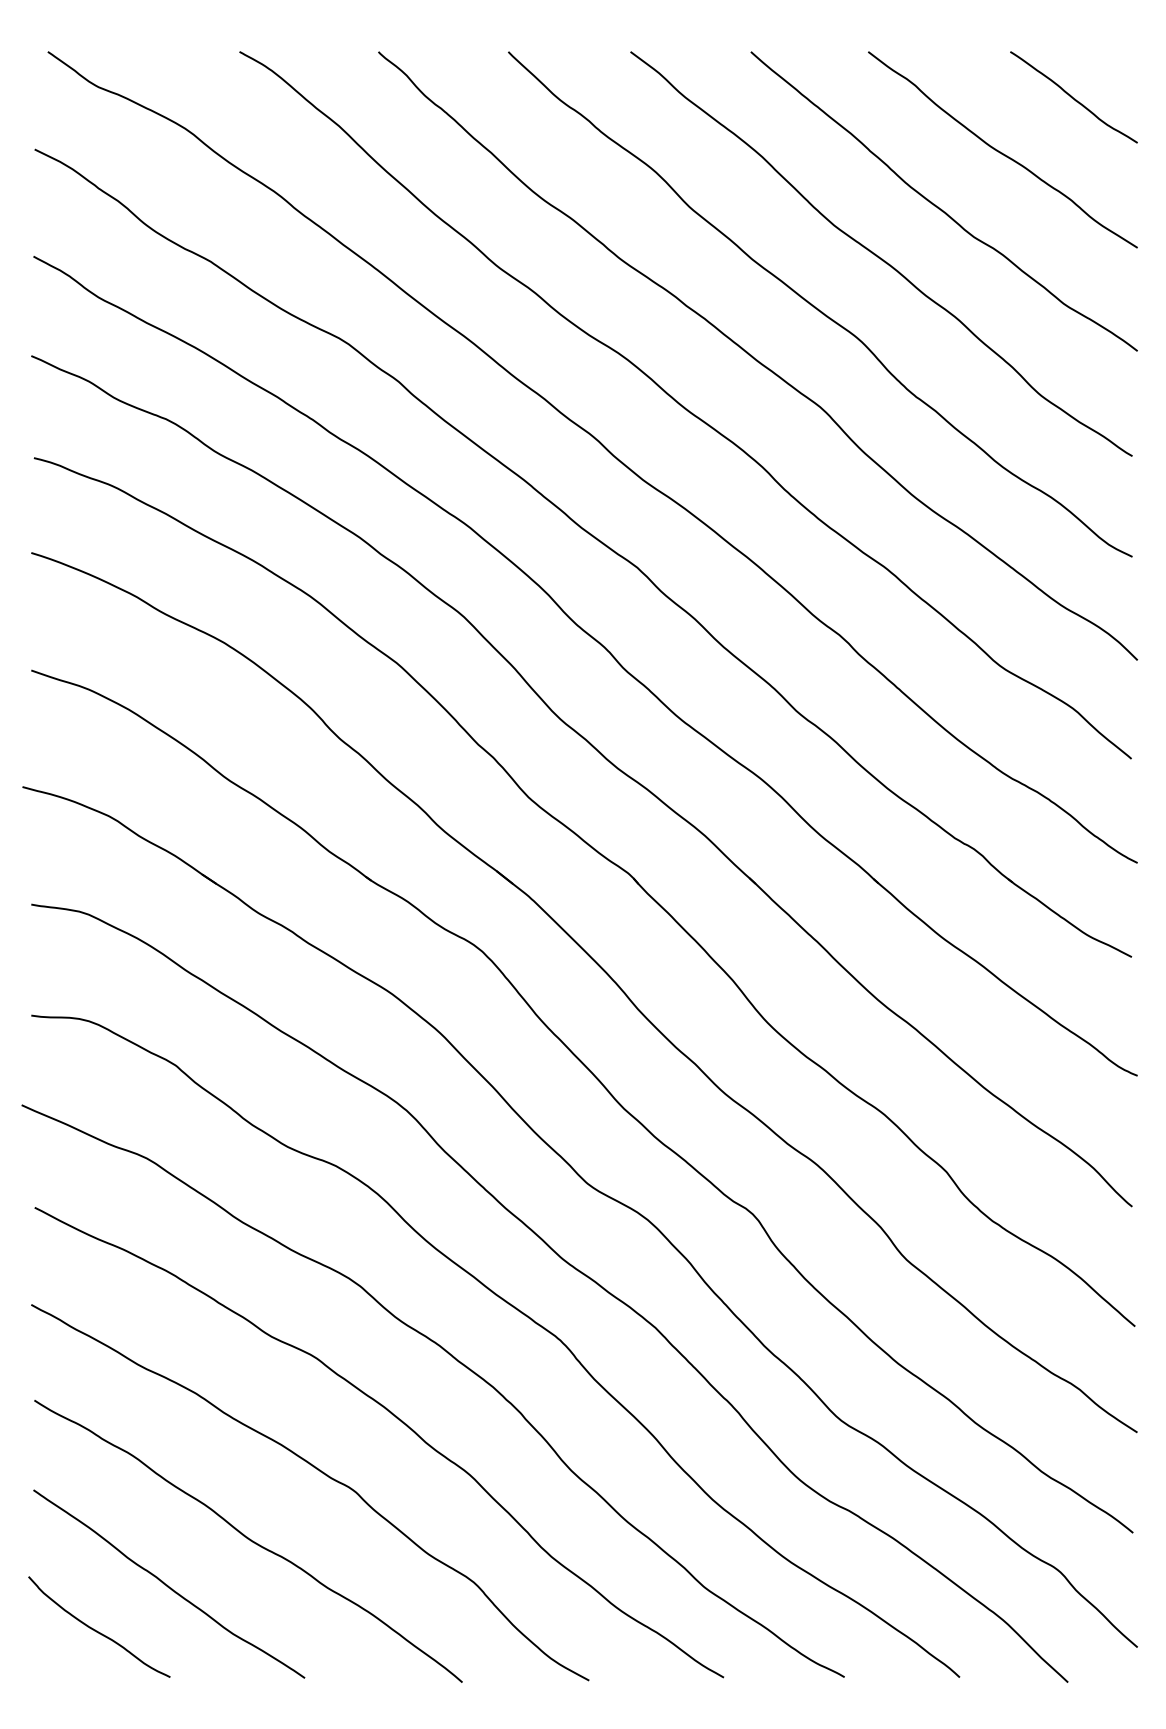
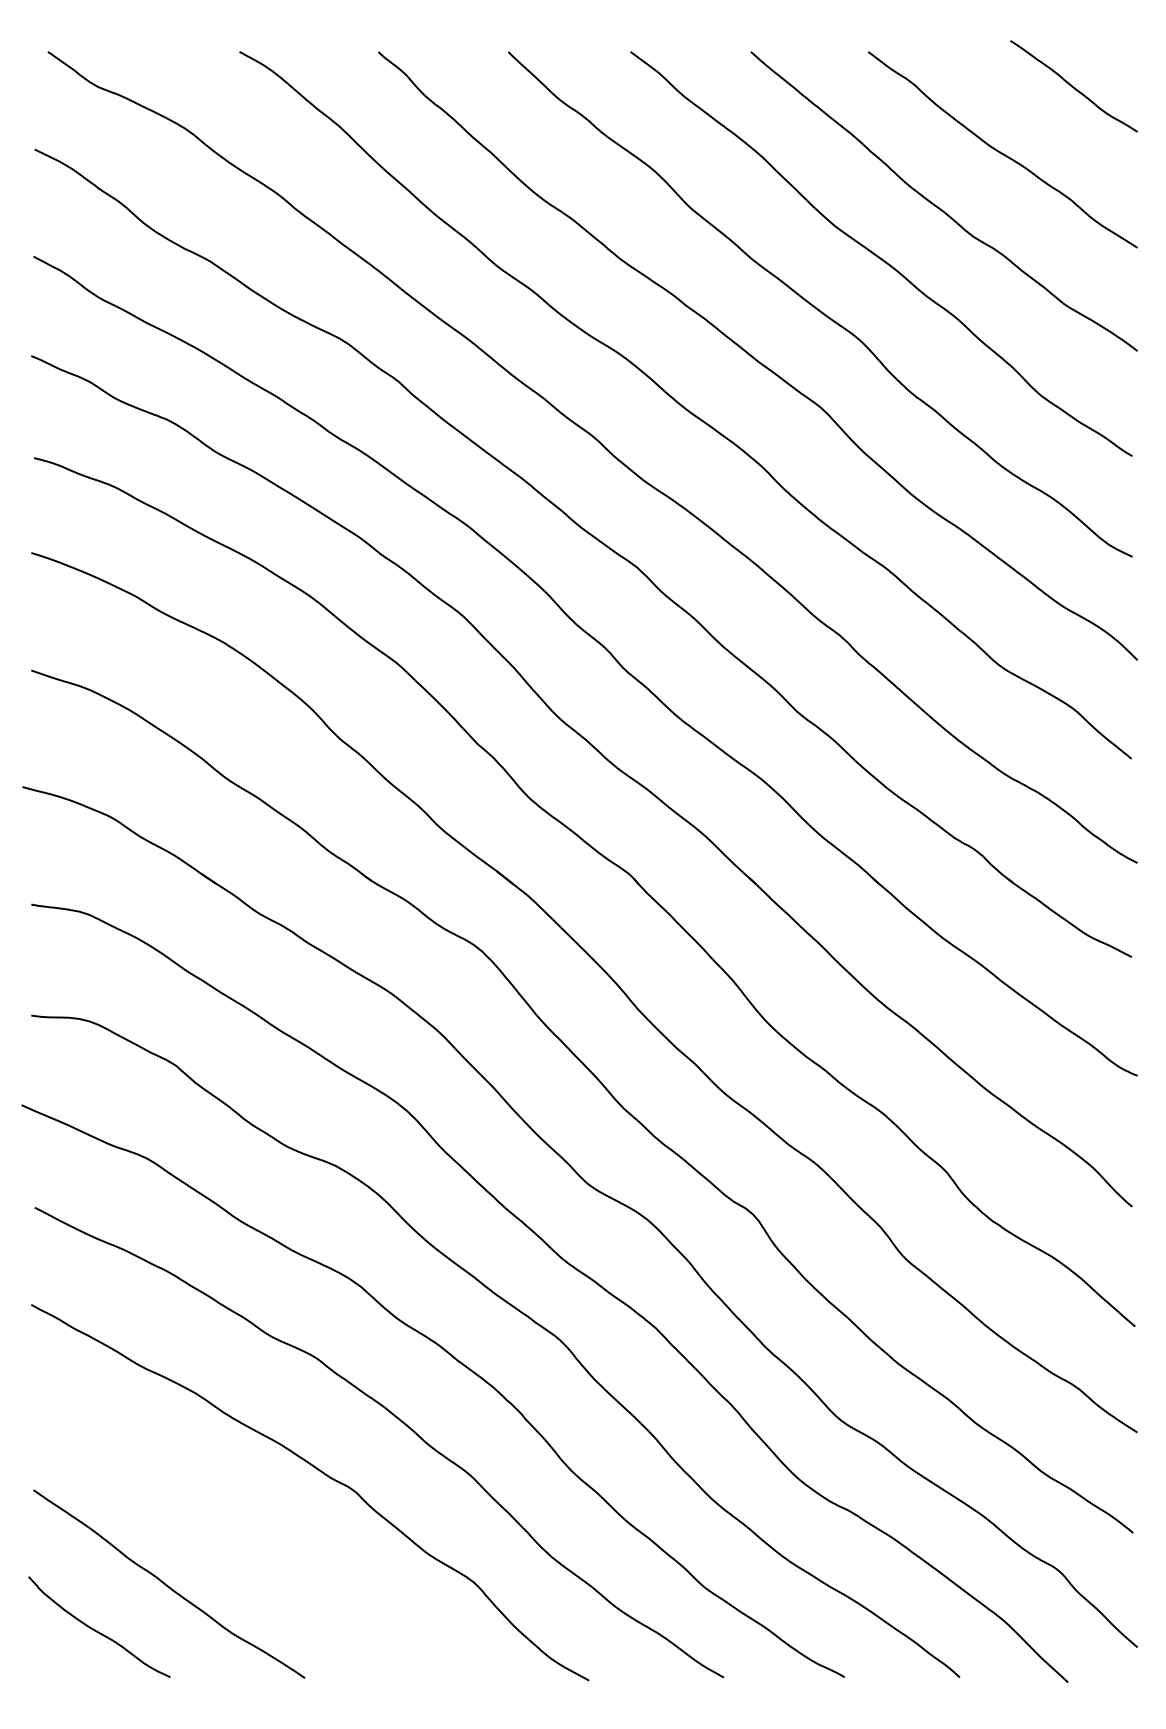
curve at (1073, 97) position: (1073, 97) -> (1073, 86)
curve at (249, 1540): present -> none
